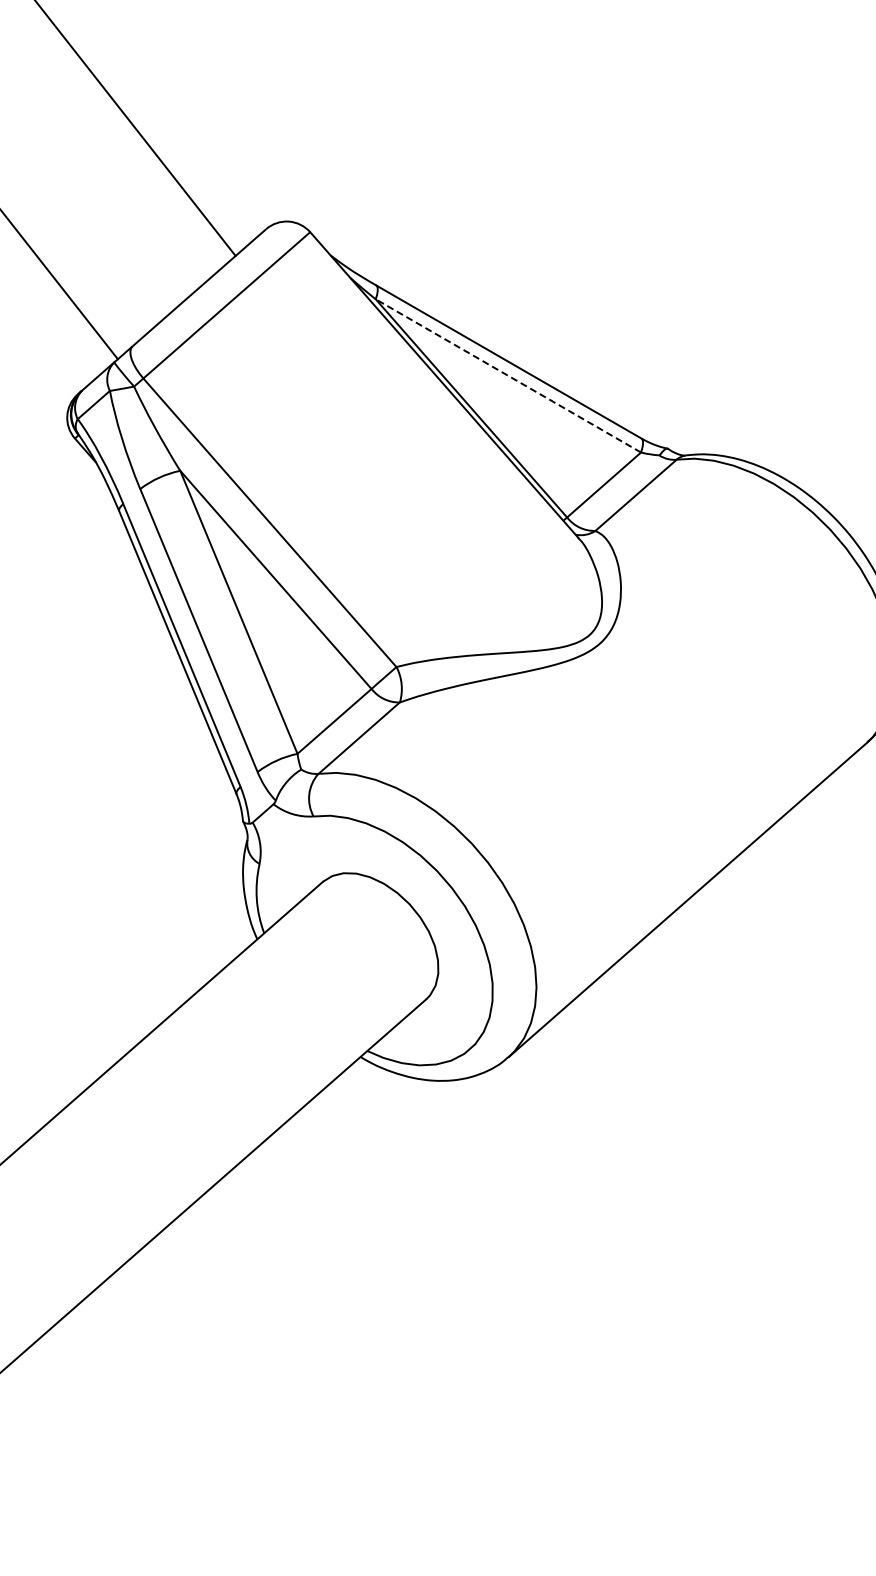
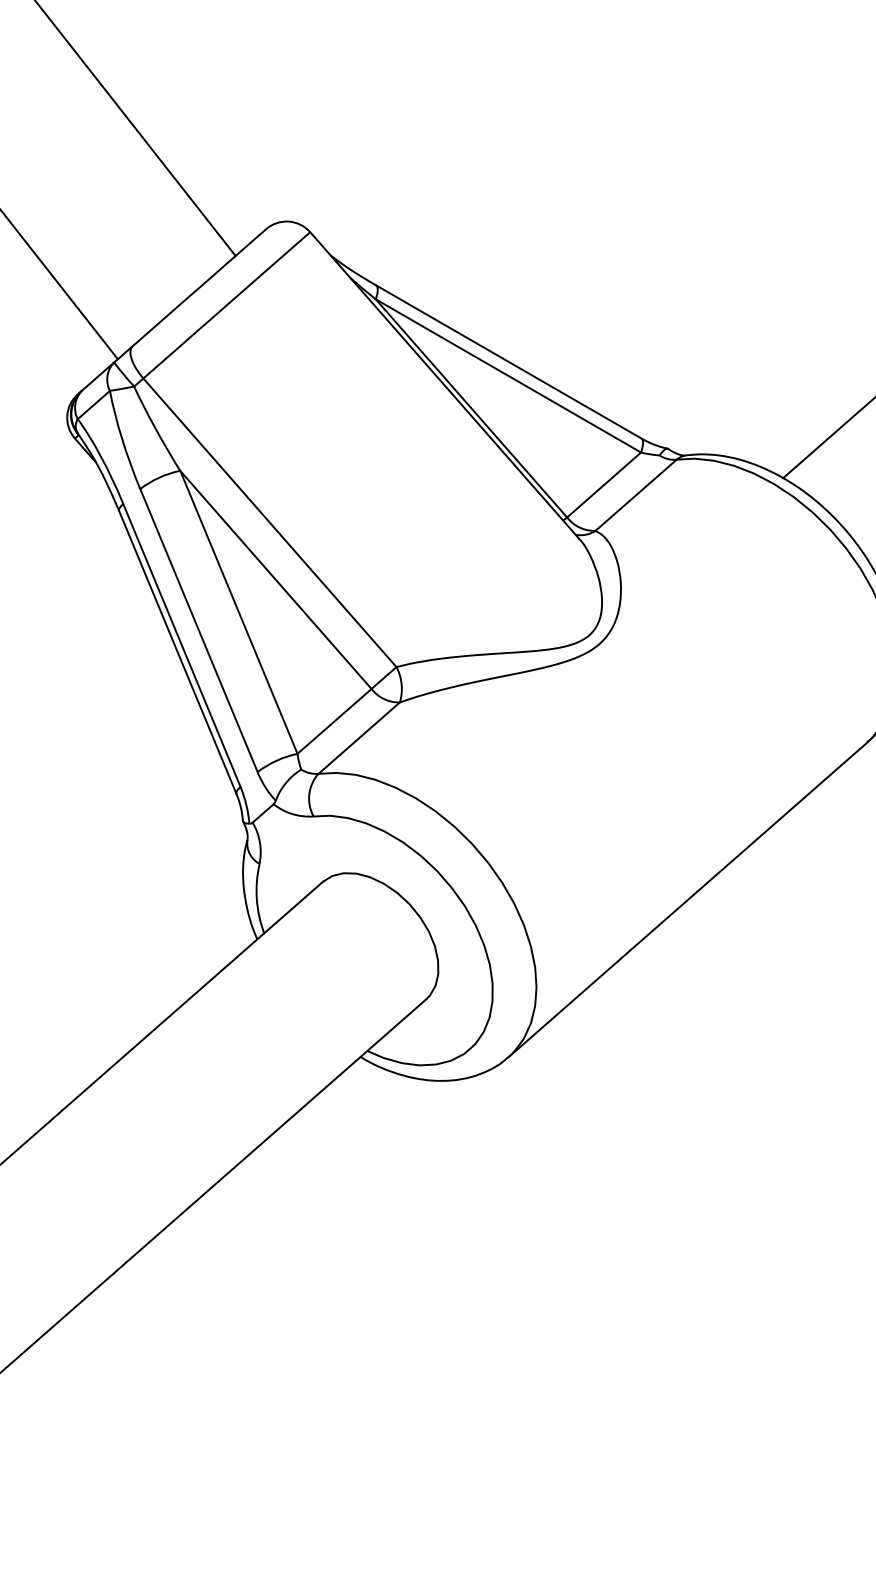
line at (507, 375): dashed -> solid
line at (827, 438): none -> present
